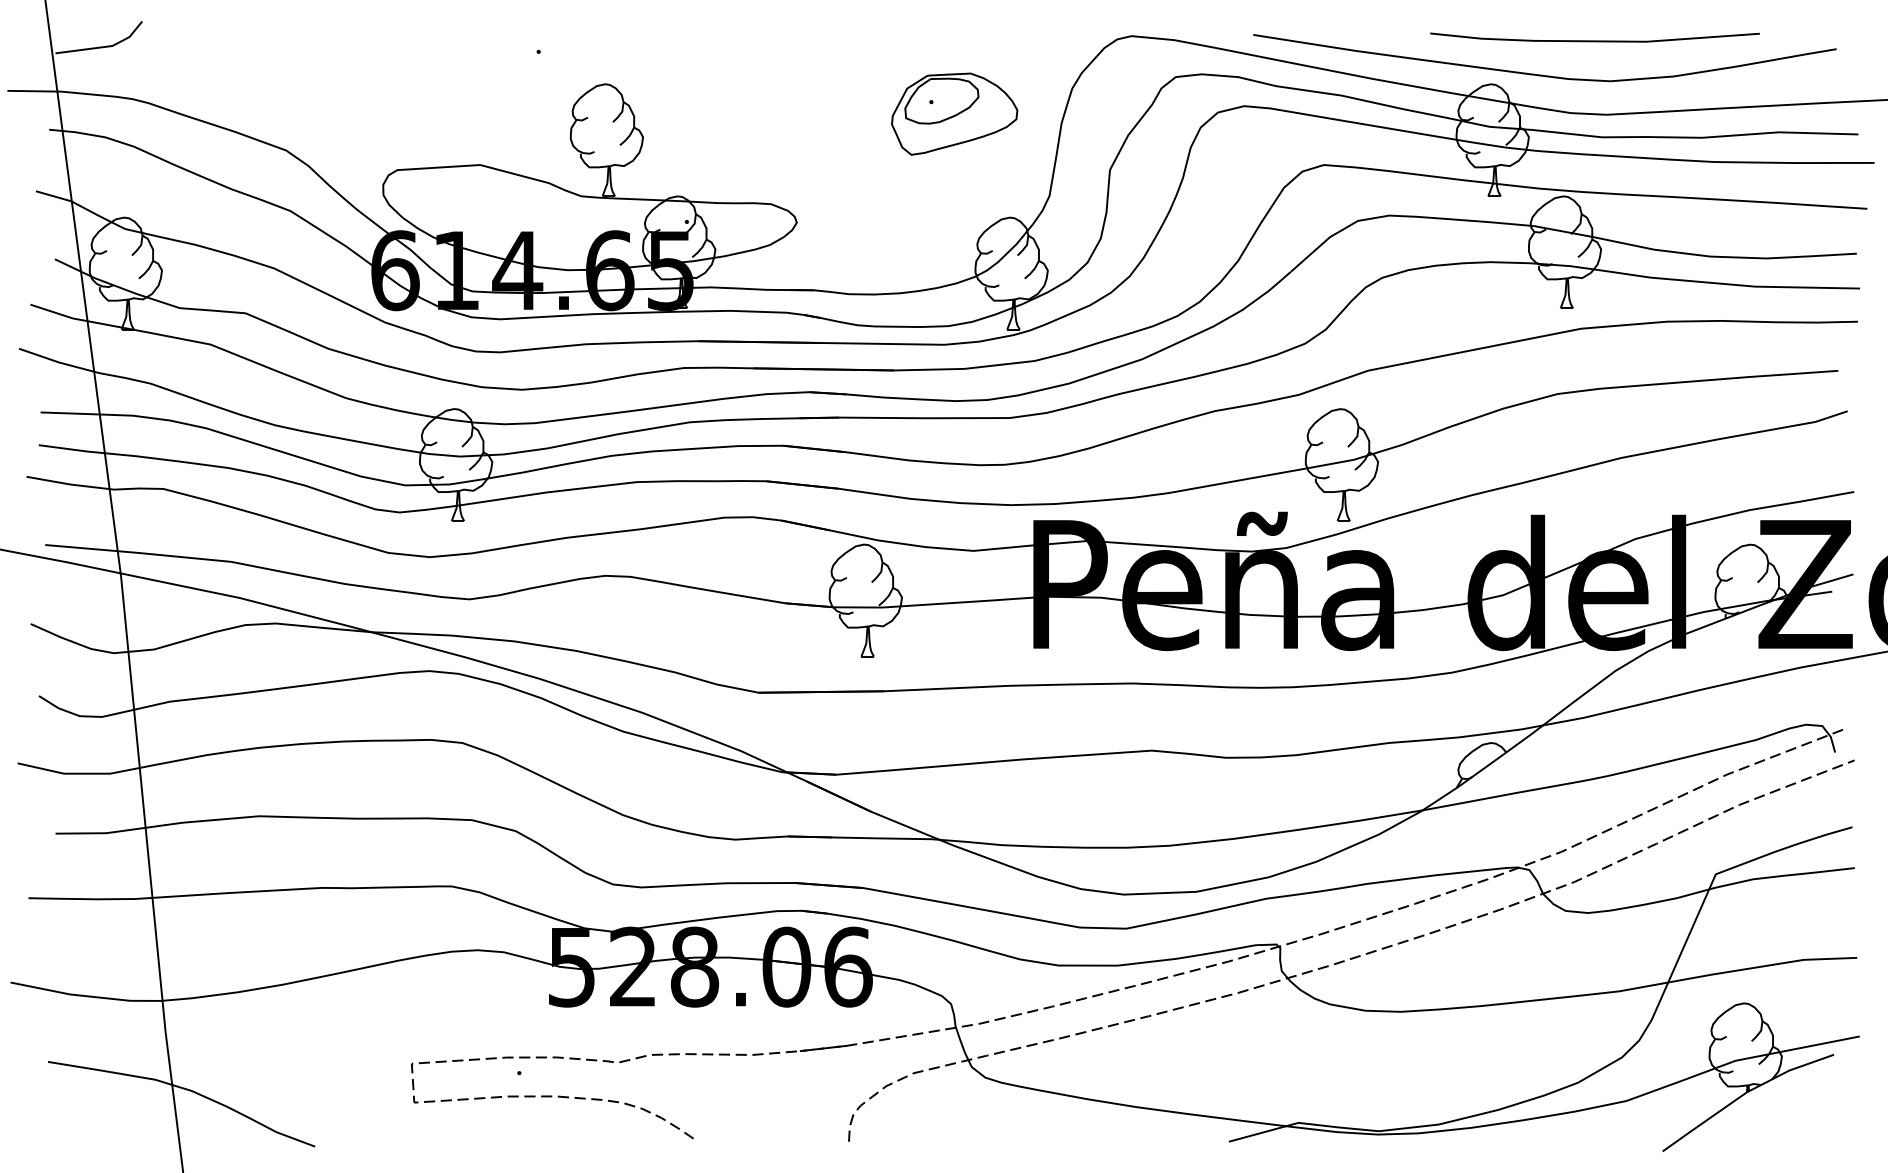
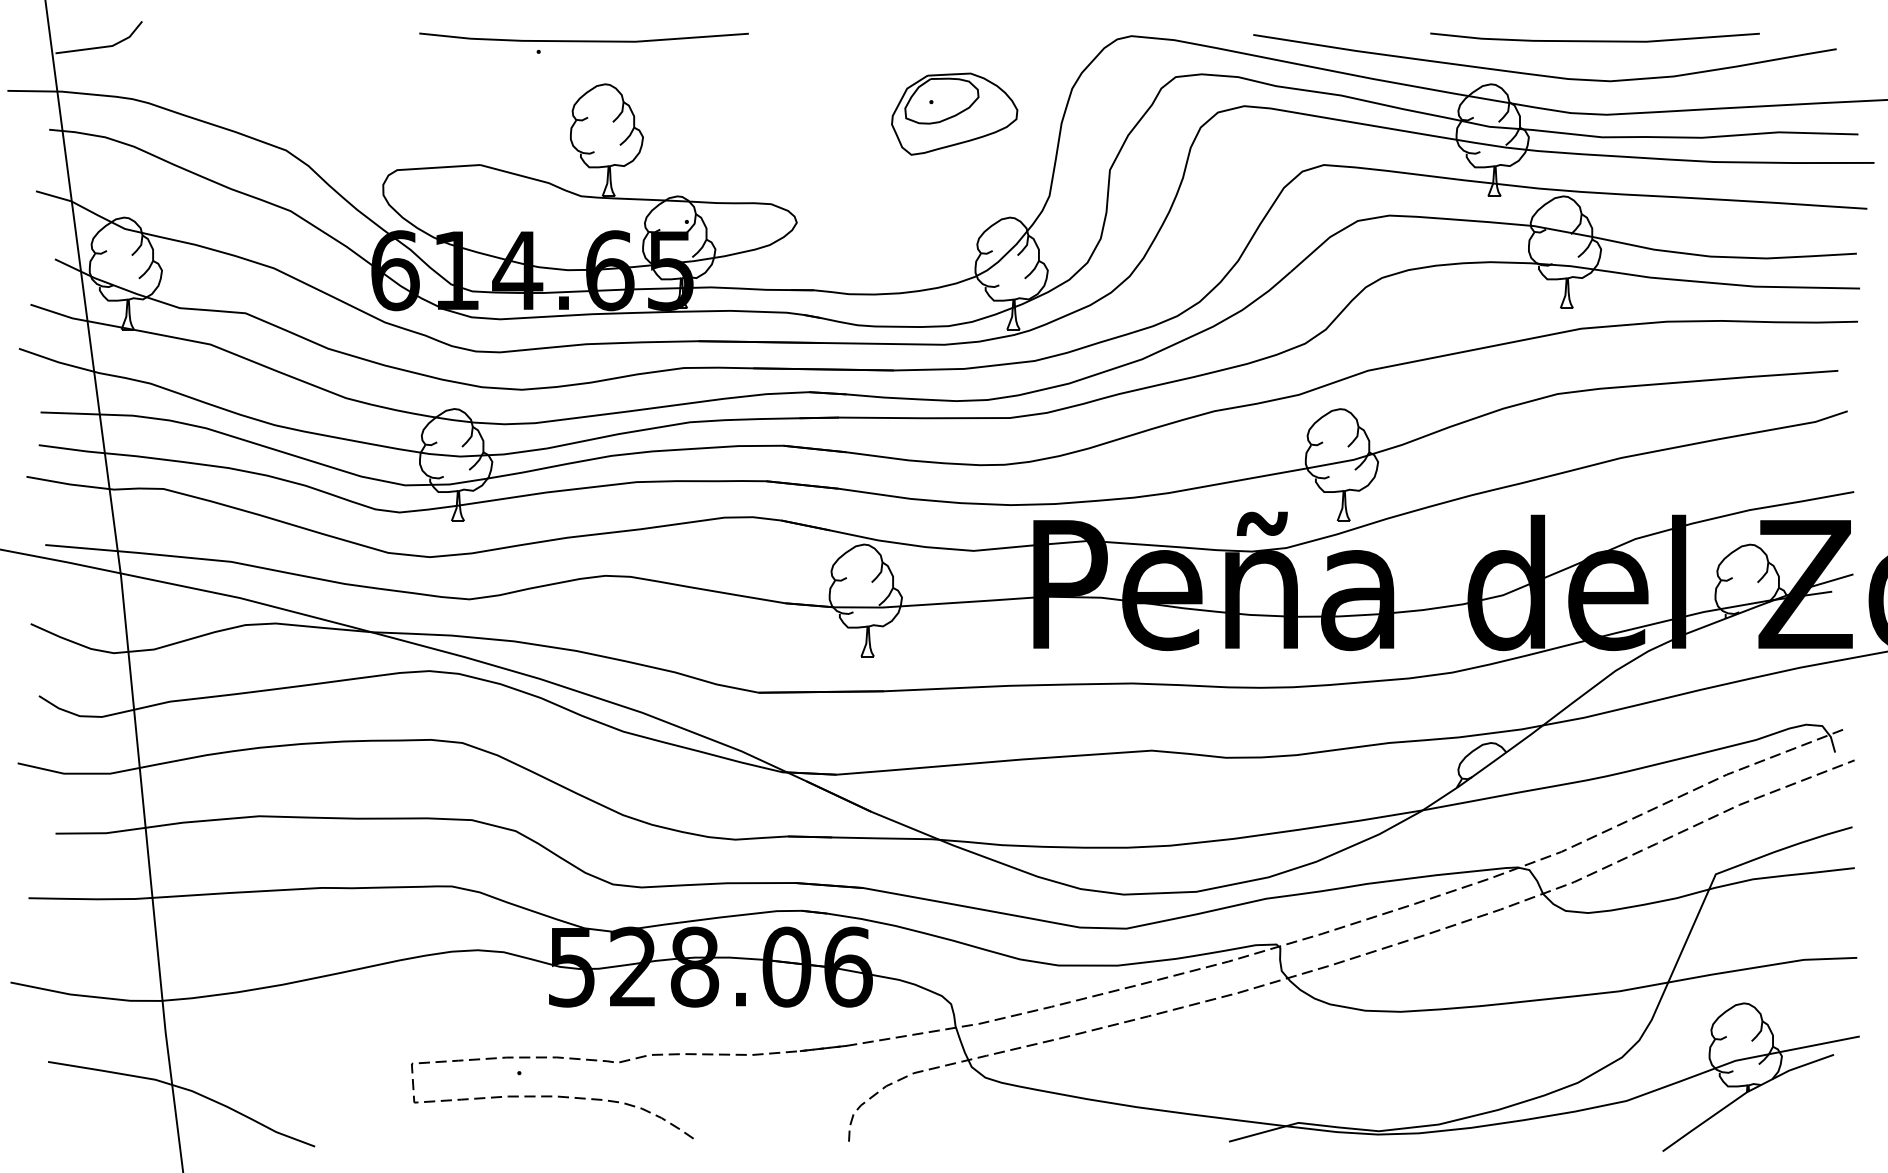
line at (583, 40): none -> present
